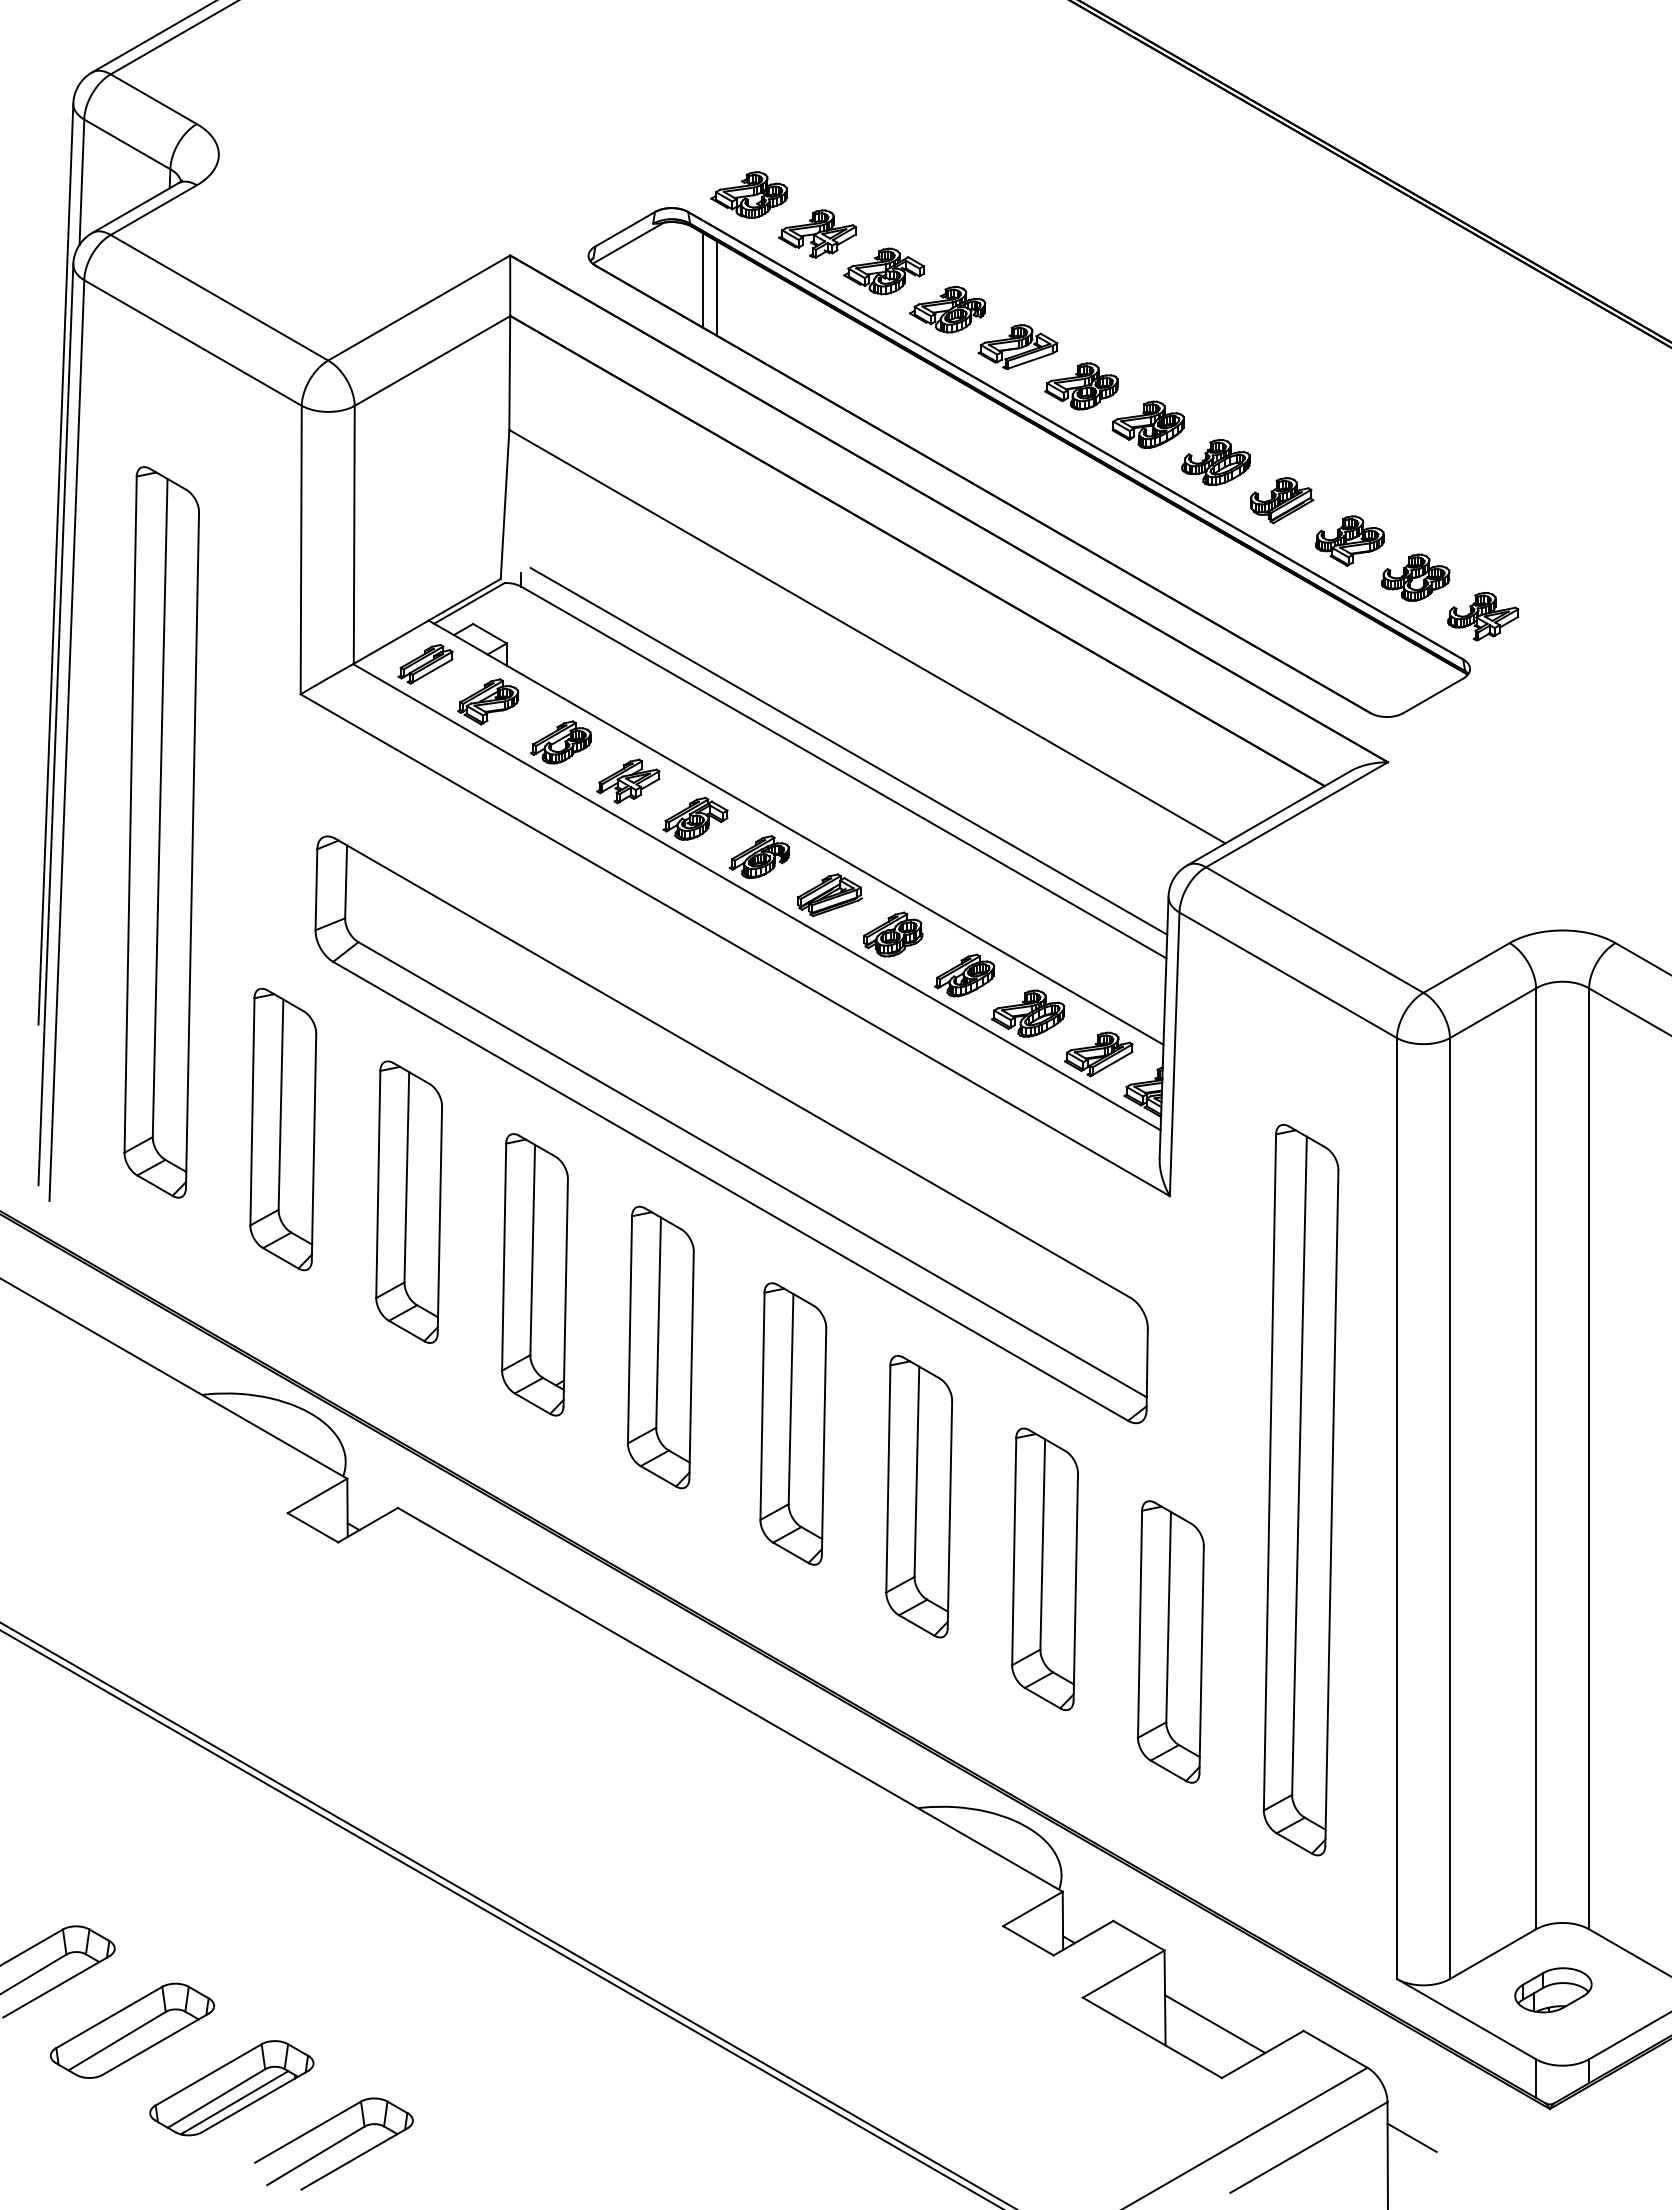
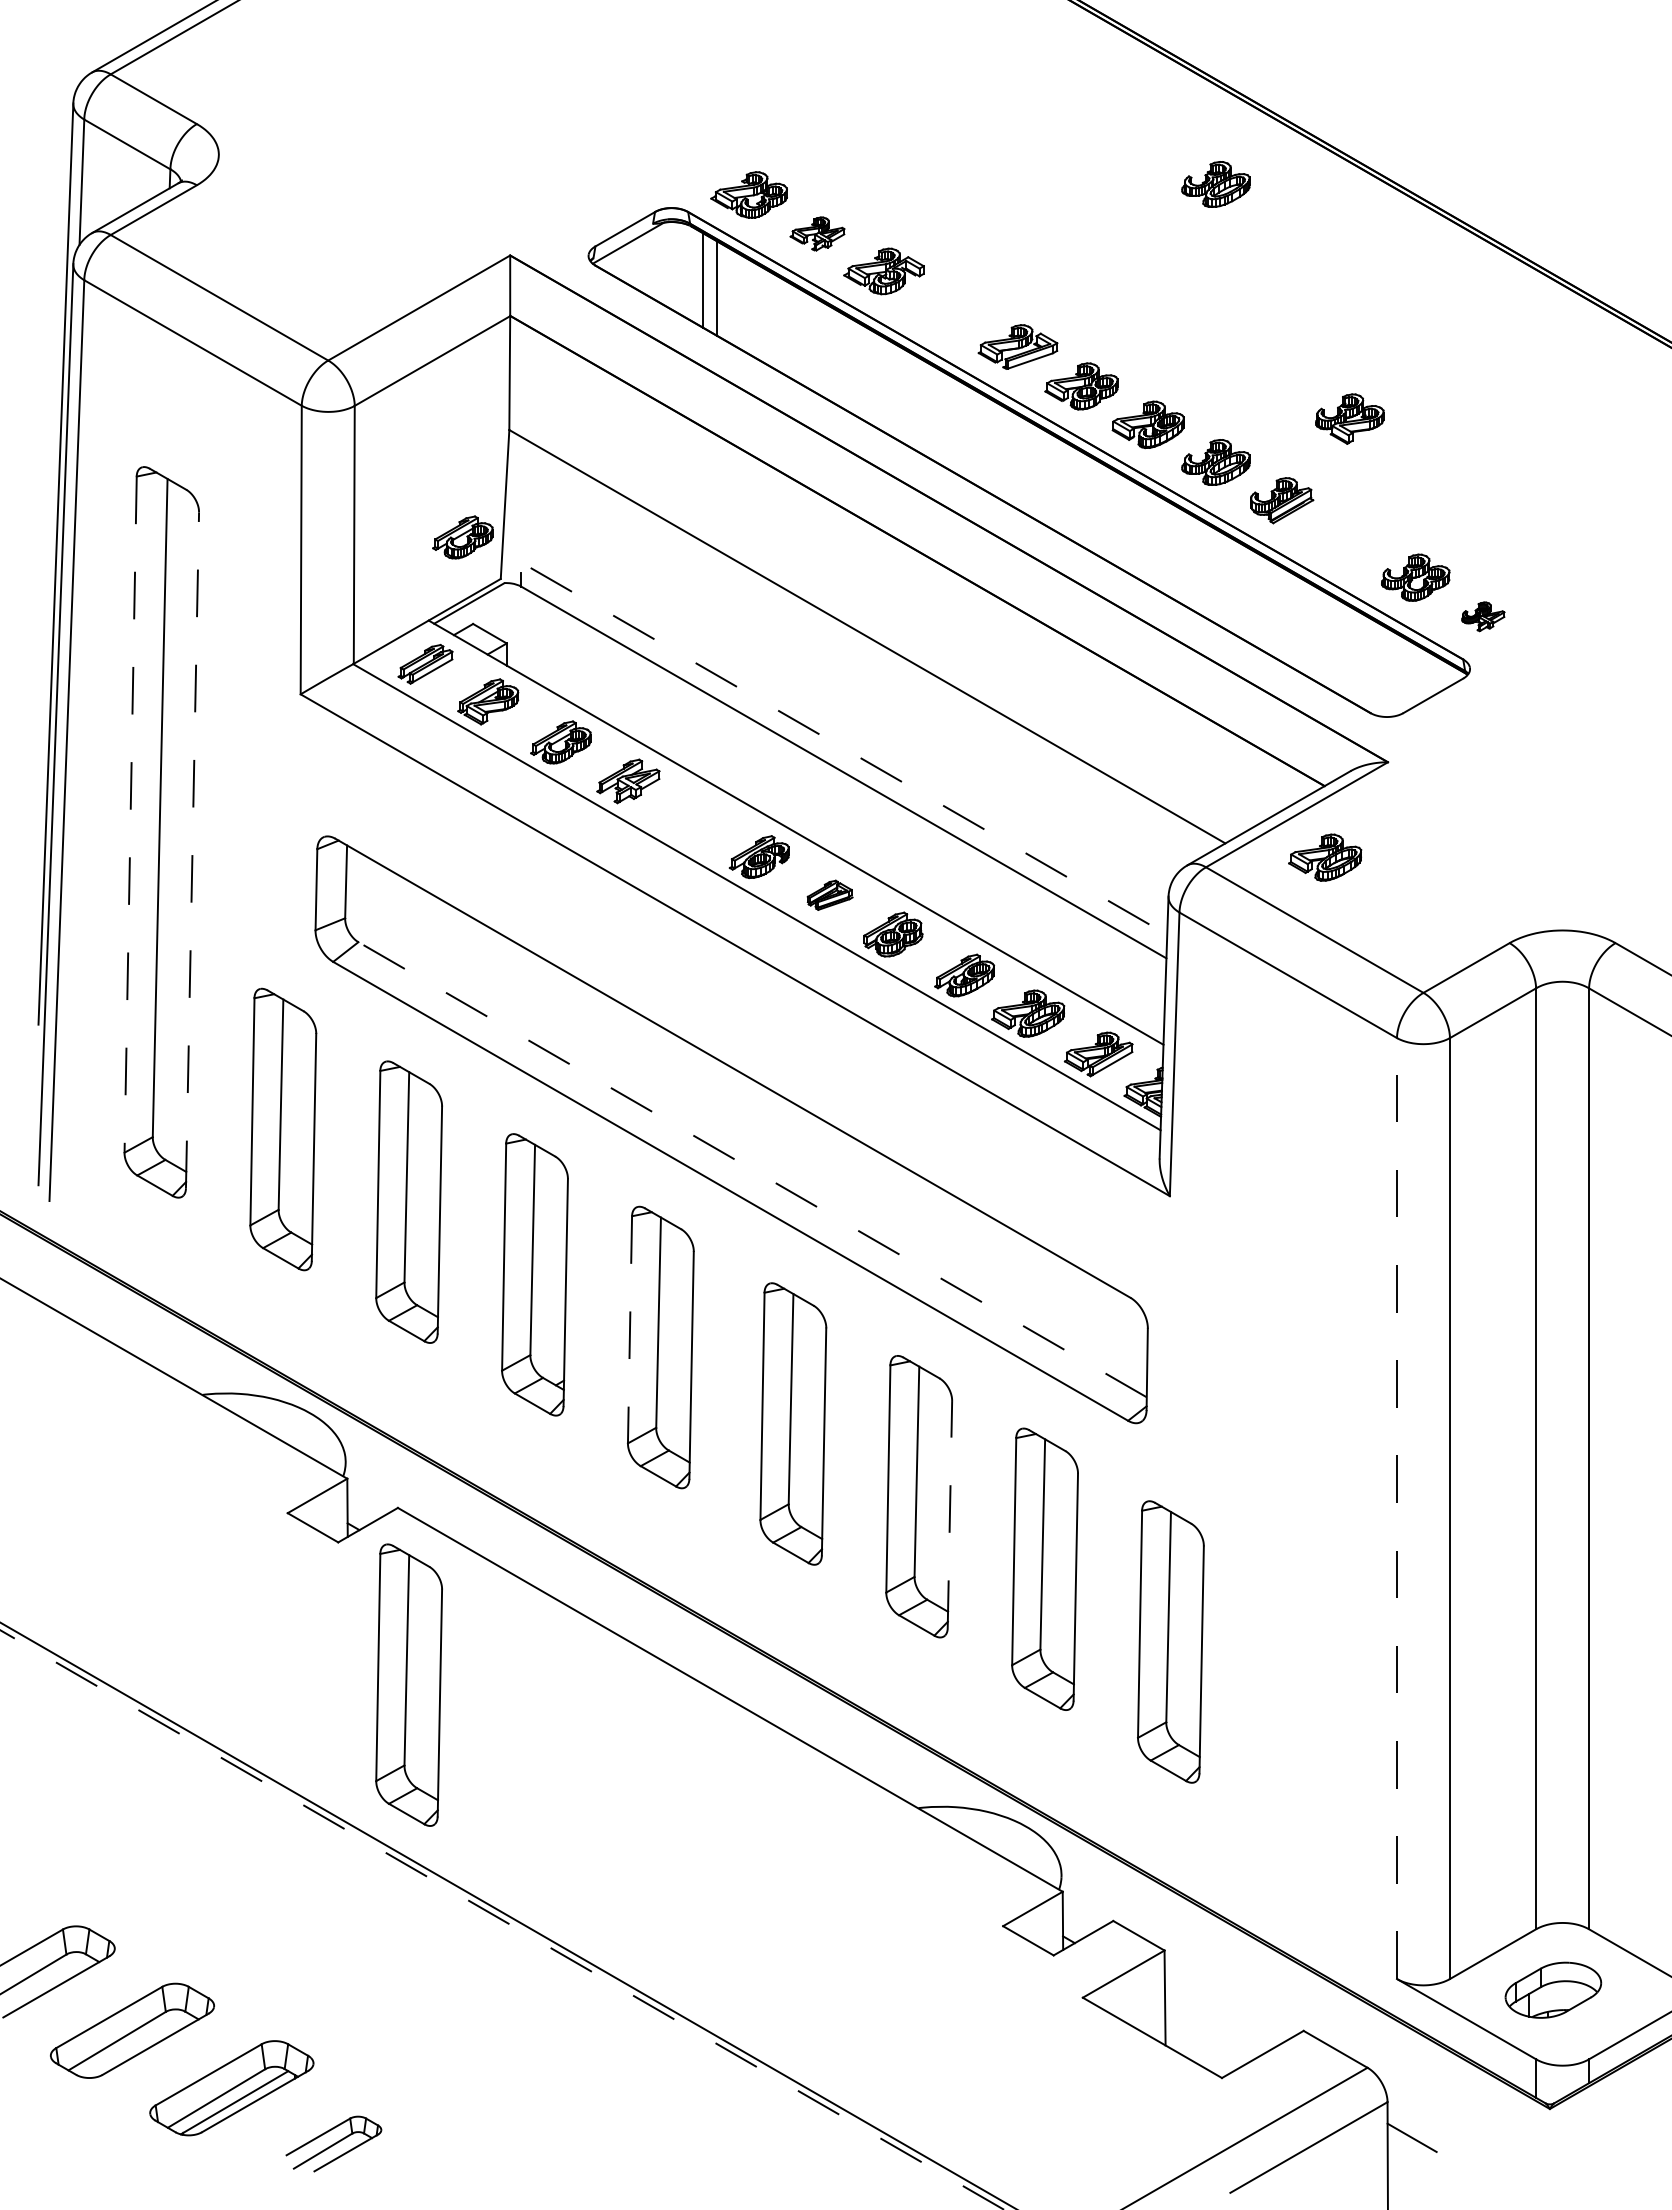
part at (1215, 184): none -> present
part at (817, 233) size: 79x50 px -> 57x36 px
part at (947, 309): present -> none
part at (462, 537): none -> present
part at (1349, 540) position: (1349, 540) -> (1349, 418)
part at (1483, 616) size: 73x50 px -> 45x32 px
line at (849, 751): solid -> dashed
line at (130, 815): solid -> dashed
part at (695, 818): present -> none
line at (192, 850): solid -> dashed
part at (1325, 857): none -> present
part at (830, 895) size: 67x45 px -> 48x32 px
line at (752, 1169): solid -> dashed
line at (630, 1329): solid -> dashed
part at (1300, 1490): present -> none
line at (1397, 1508): solid -> dashed
line at (949, 1514): solid -> dashed
part at (408, 1684): none -> present
line at (502, 1920): solid -> dashed
part at (1553, 1990) size: 79x47 px -> 99x58 px
line at (1215, 2024): present -> none
part at (333, 2143) size: 160x94 px -> 98x58 px
